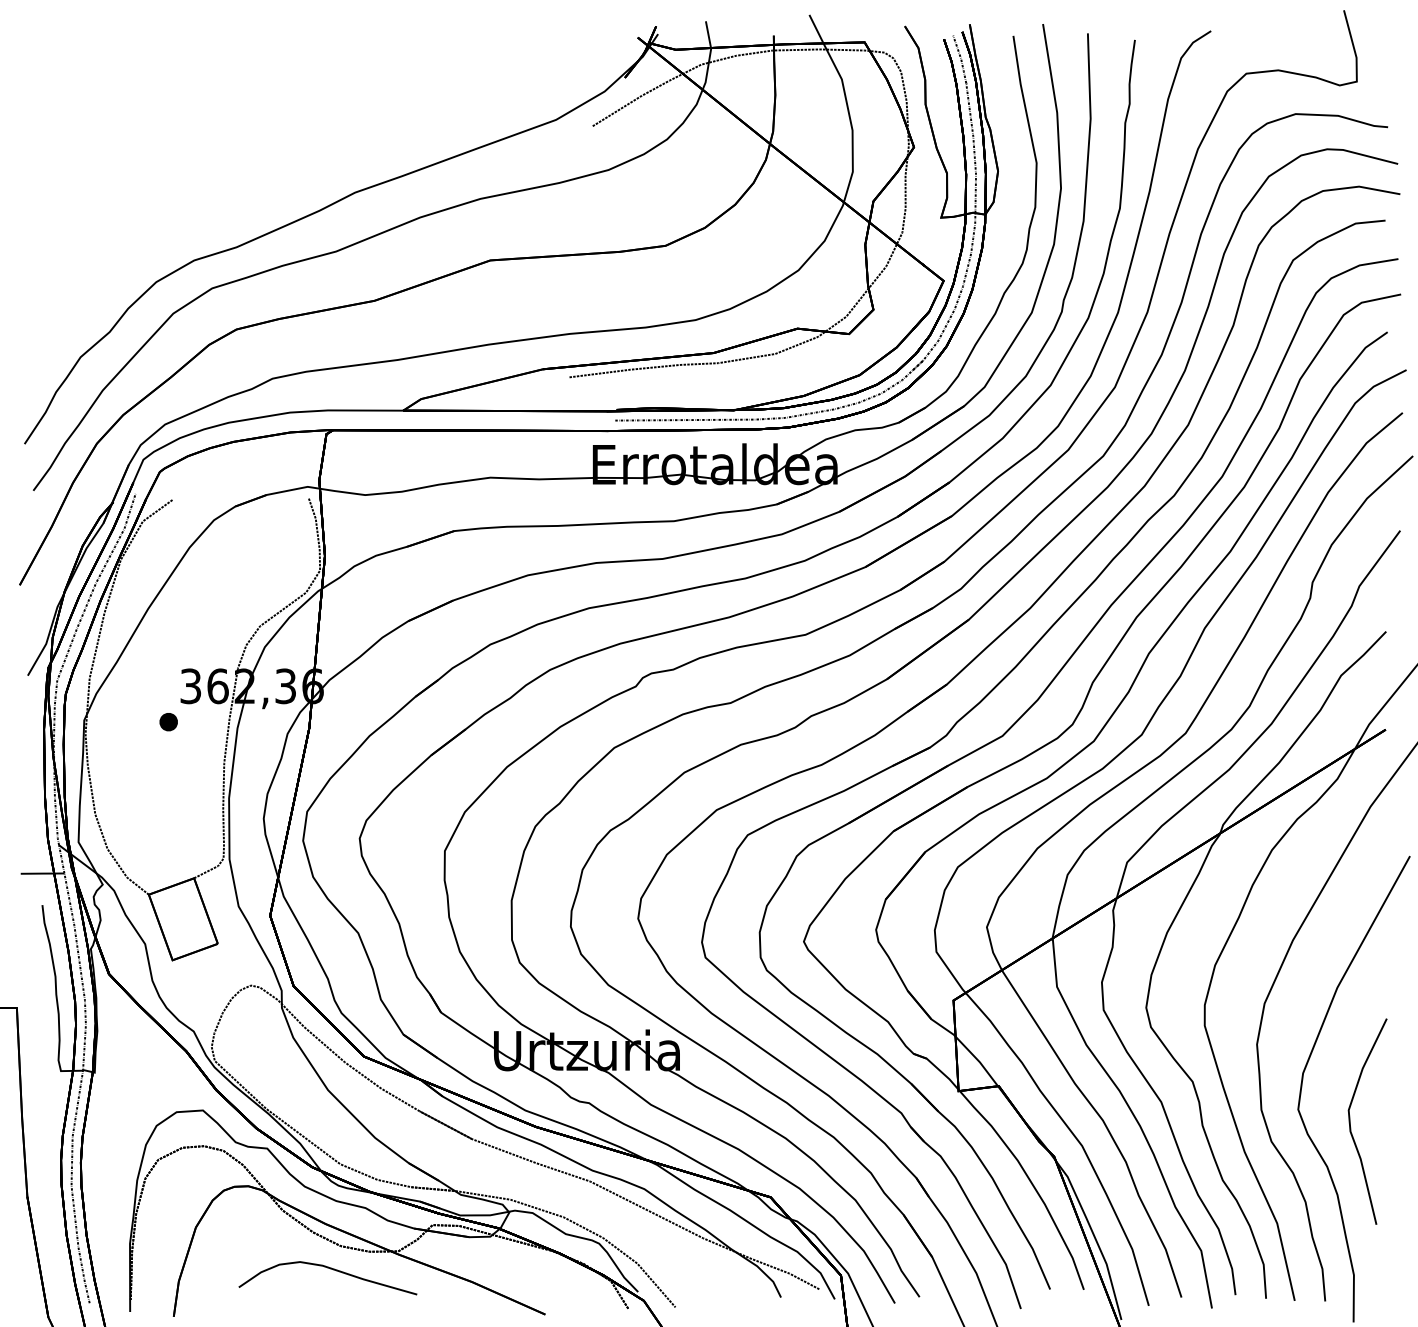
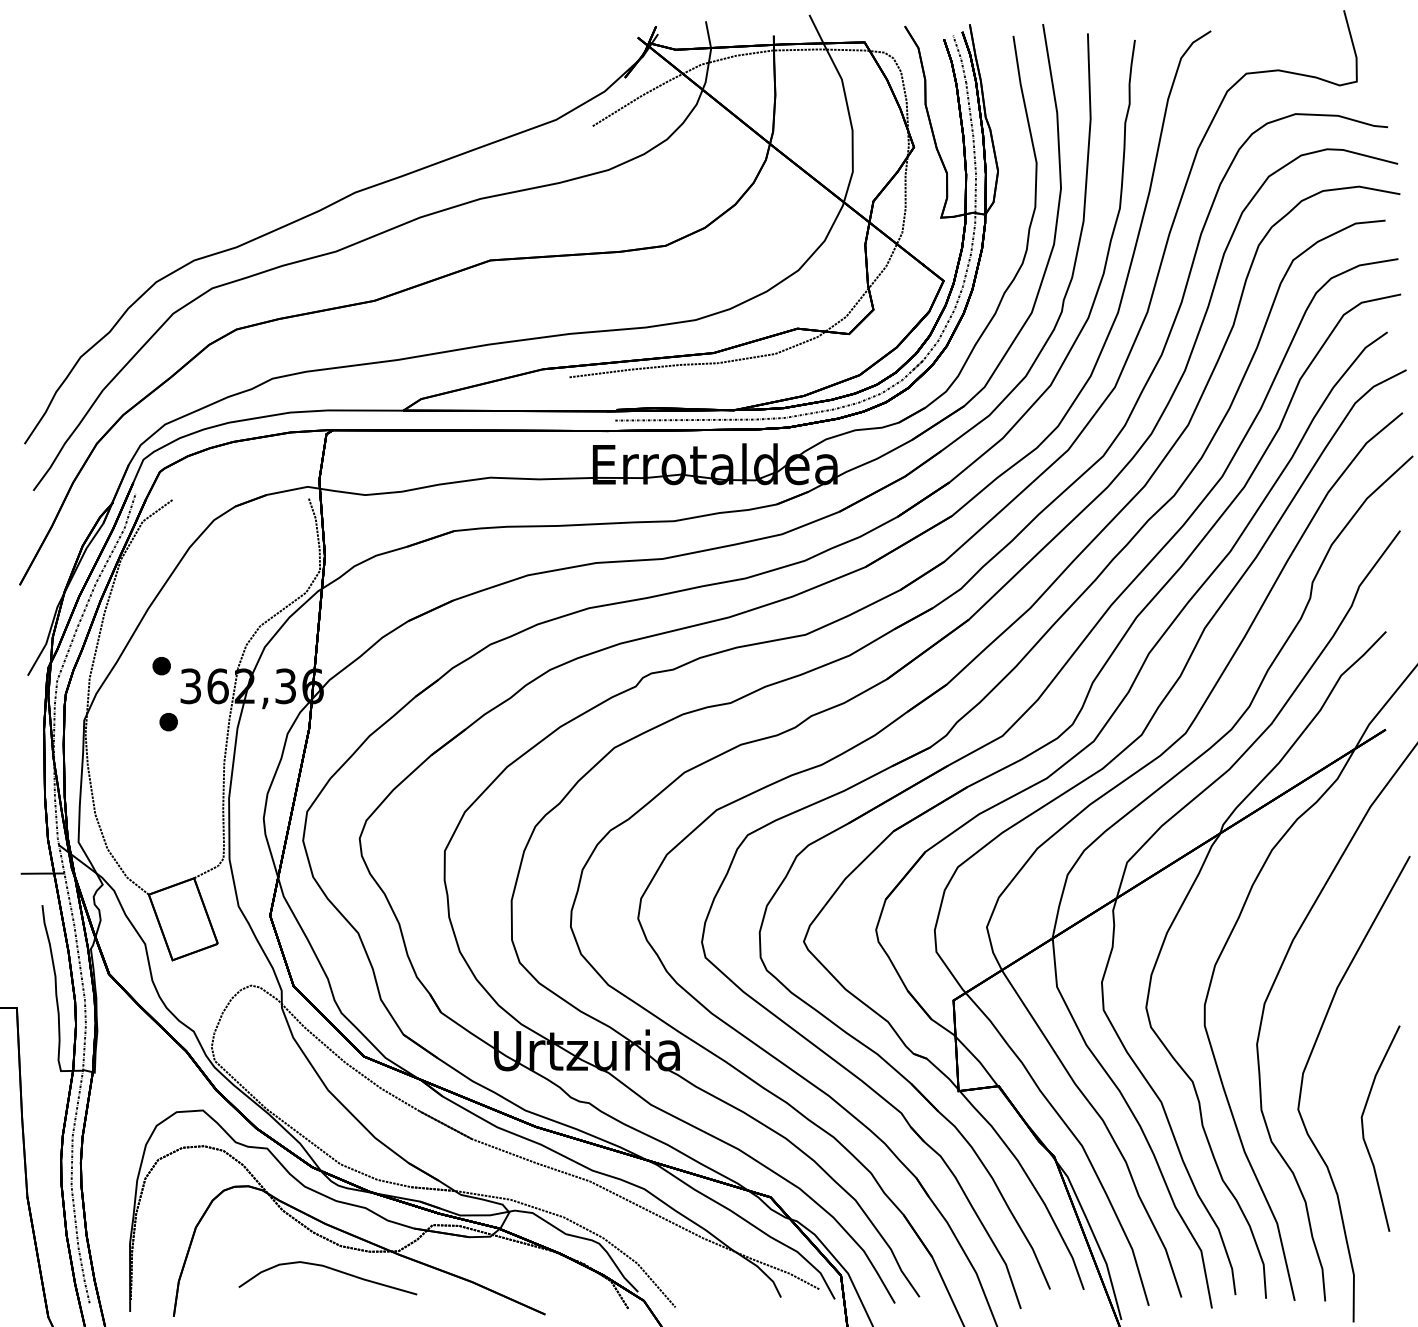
part at (161, 666): none -> present
curve at (1350, 1121) position: (1350, 1121) -> (1363, 1128)
